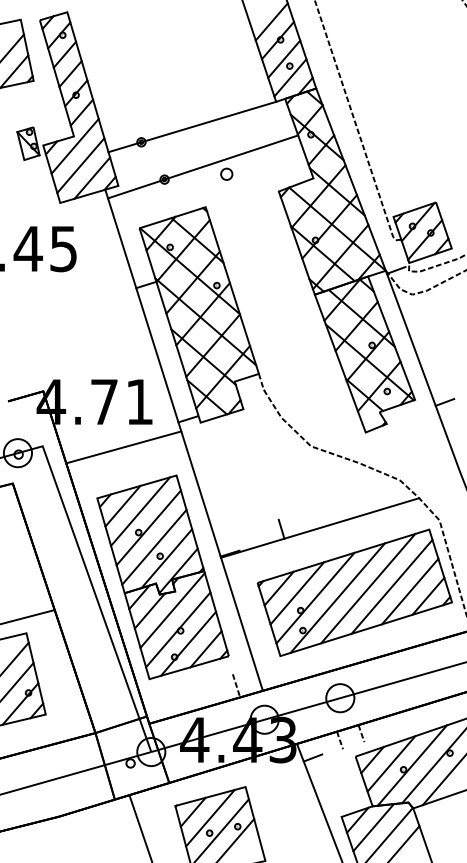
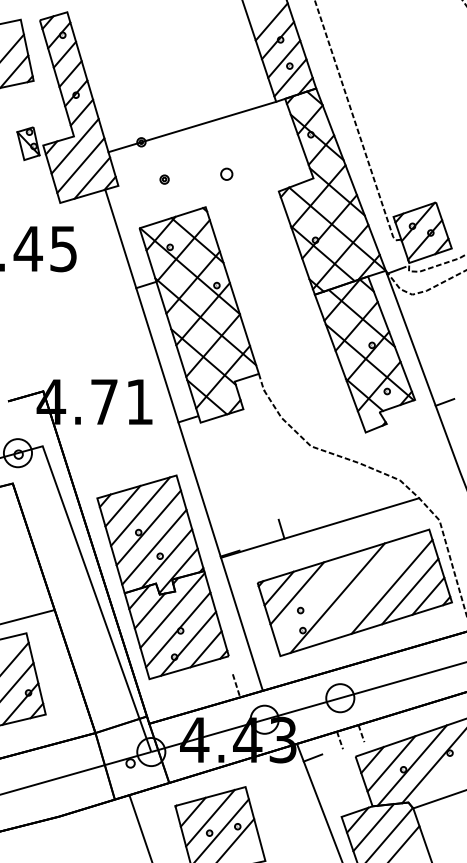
line at (203, 166): present -> none
line at (123, 447): present -> none
line at (368, 588): present -> none
line at (315, 597): present -> none
line at (442, 781): present -> none
